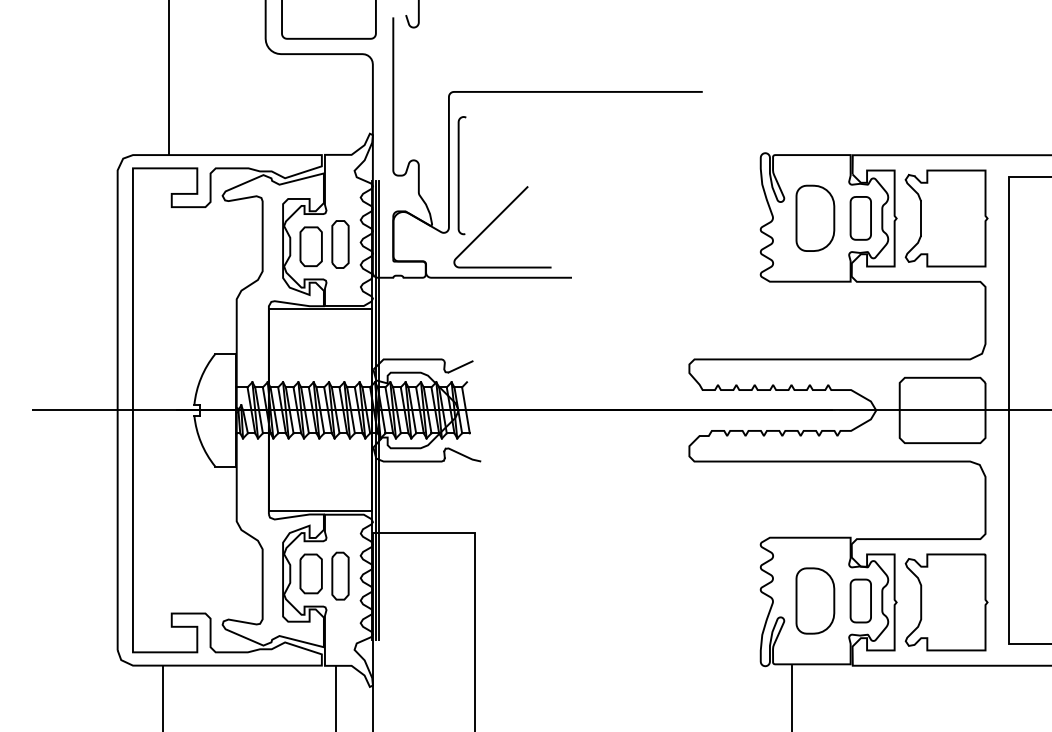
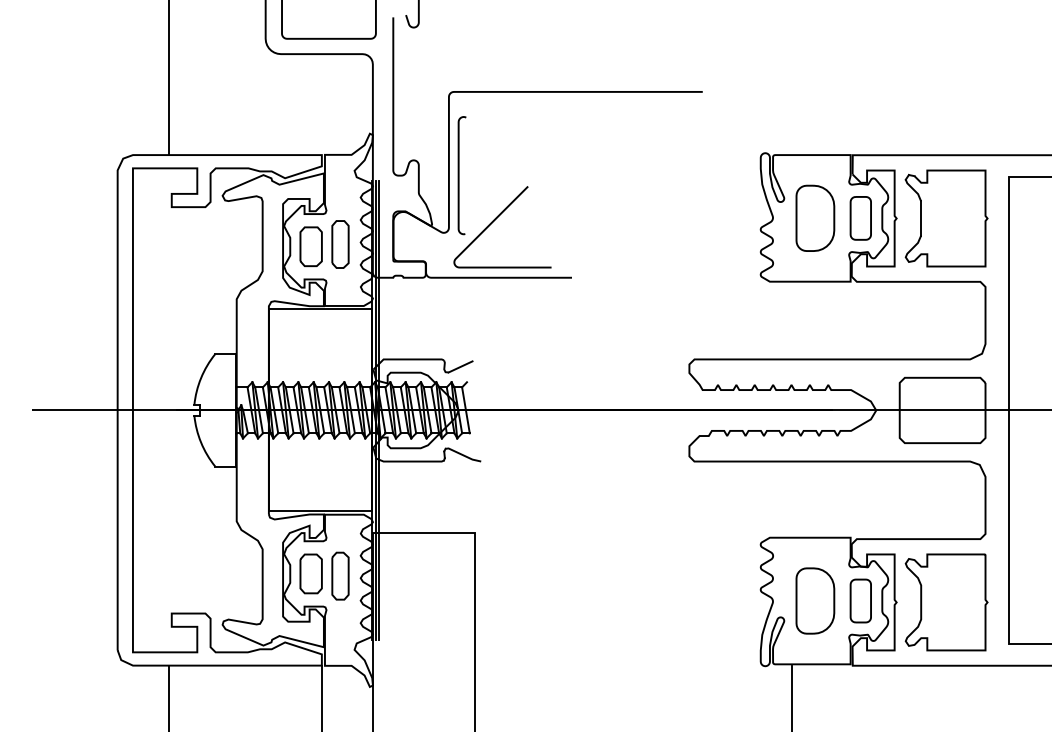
line at (162, 696) position: (162, 696) -> (168, 696)
line at (335, 696) position: (335, 696) -> (321, 696)
